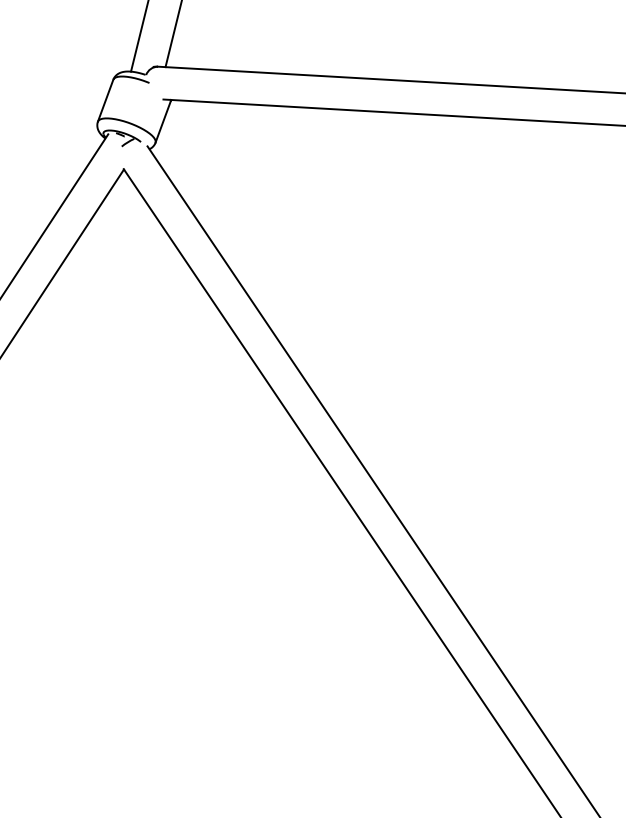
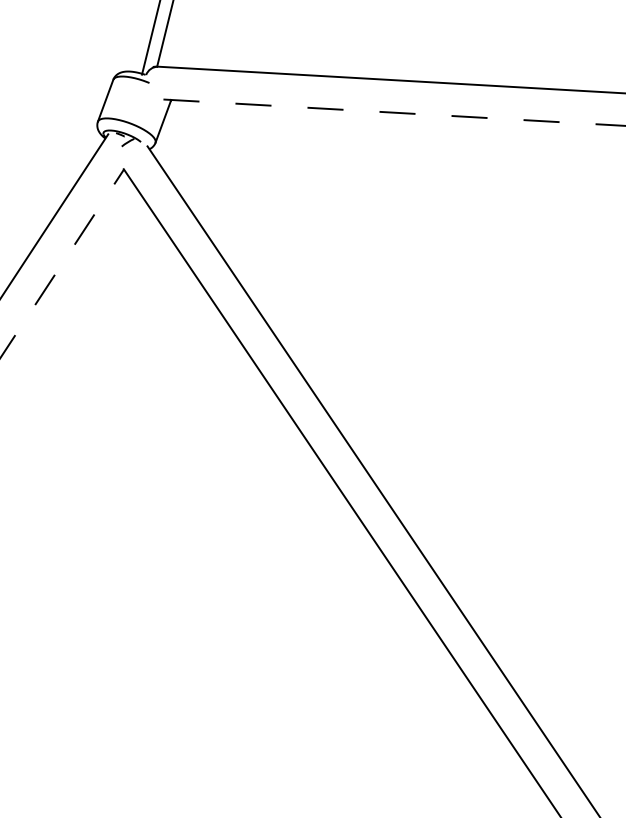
line at (173, 34) position: (173, 34) -> (164, 33)
line at (139, 36) position: (139, 36) -> (150, 38)
line at (394, 112): solid -> dashed
line at (62, 263): solid -> dashed
